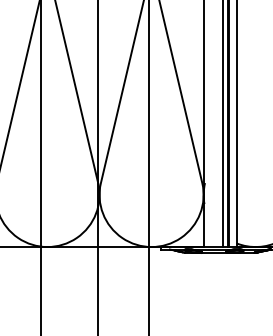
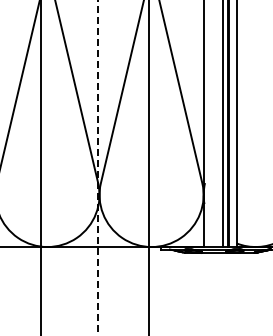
line at (98, 168): solid -> dashed
